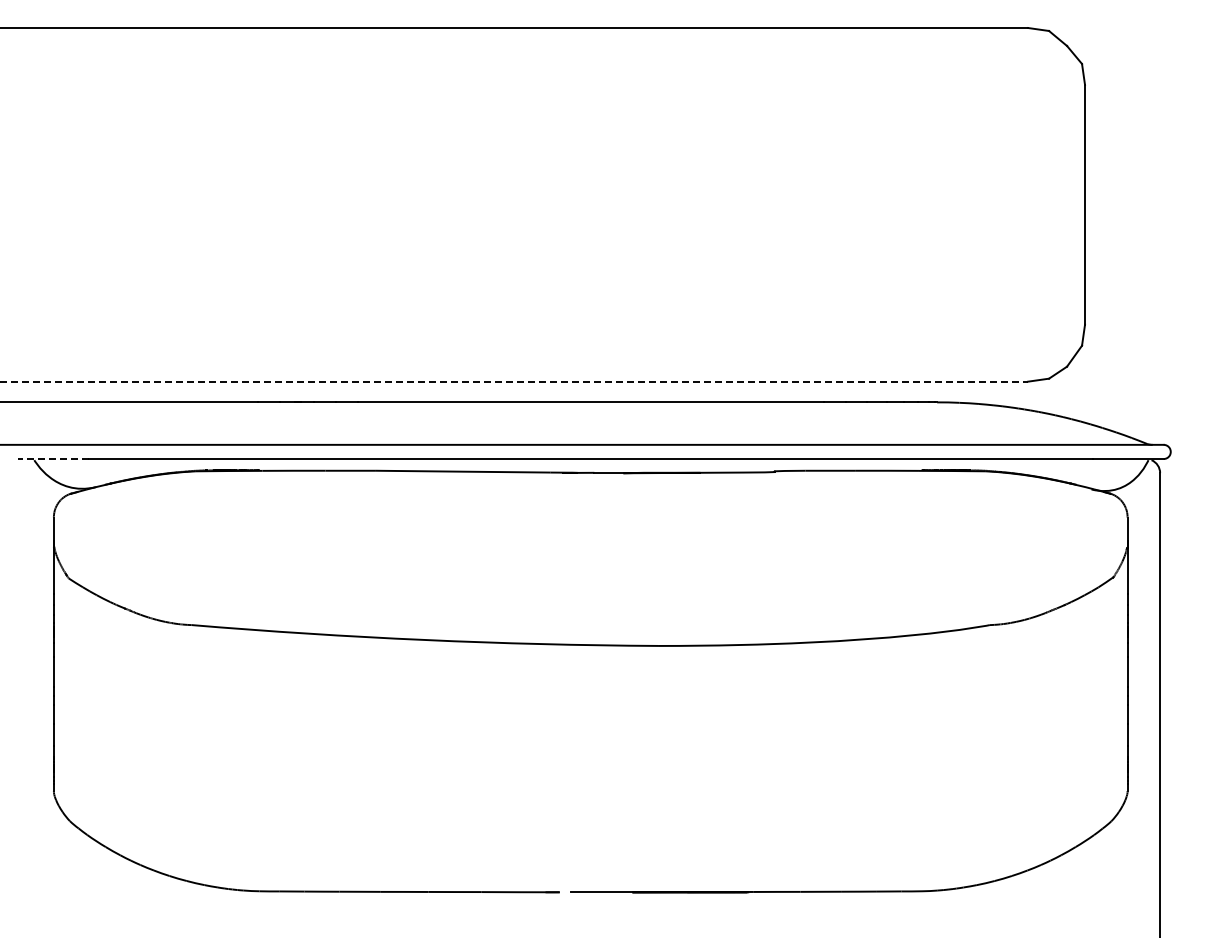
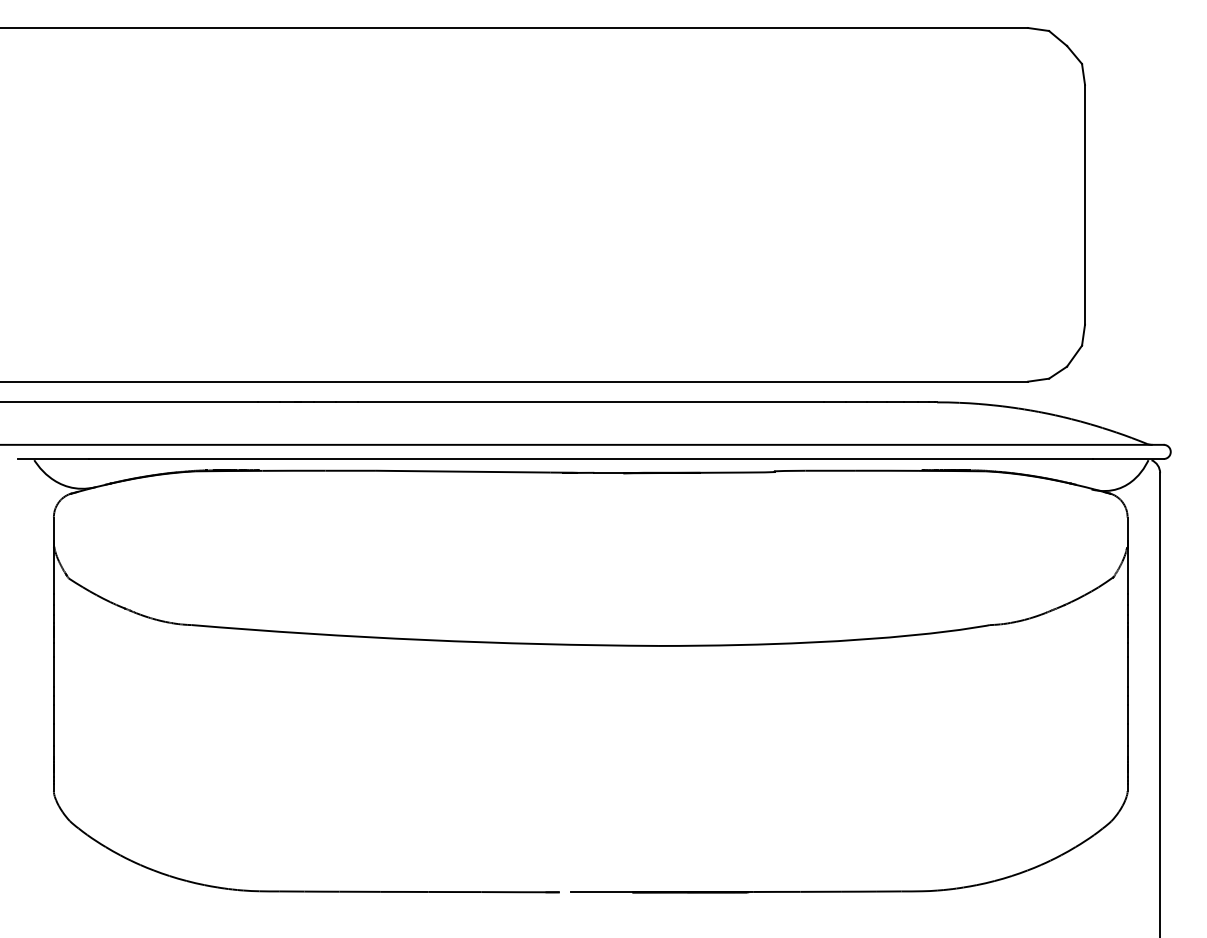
line at (514, 381): dashed -> solid
line at (52, 459): dashed -> solid
